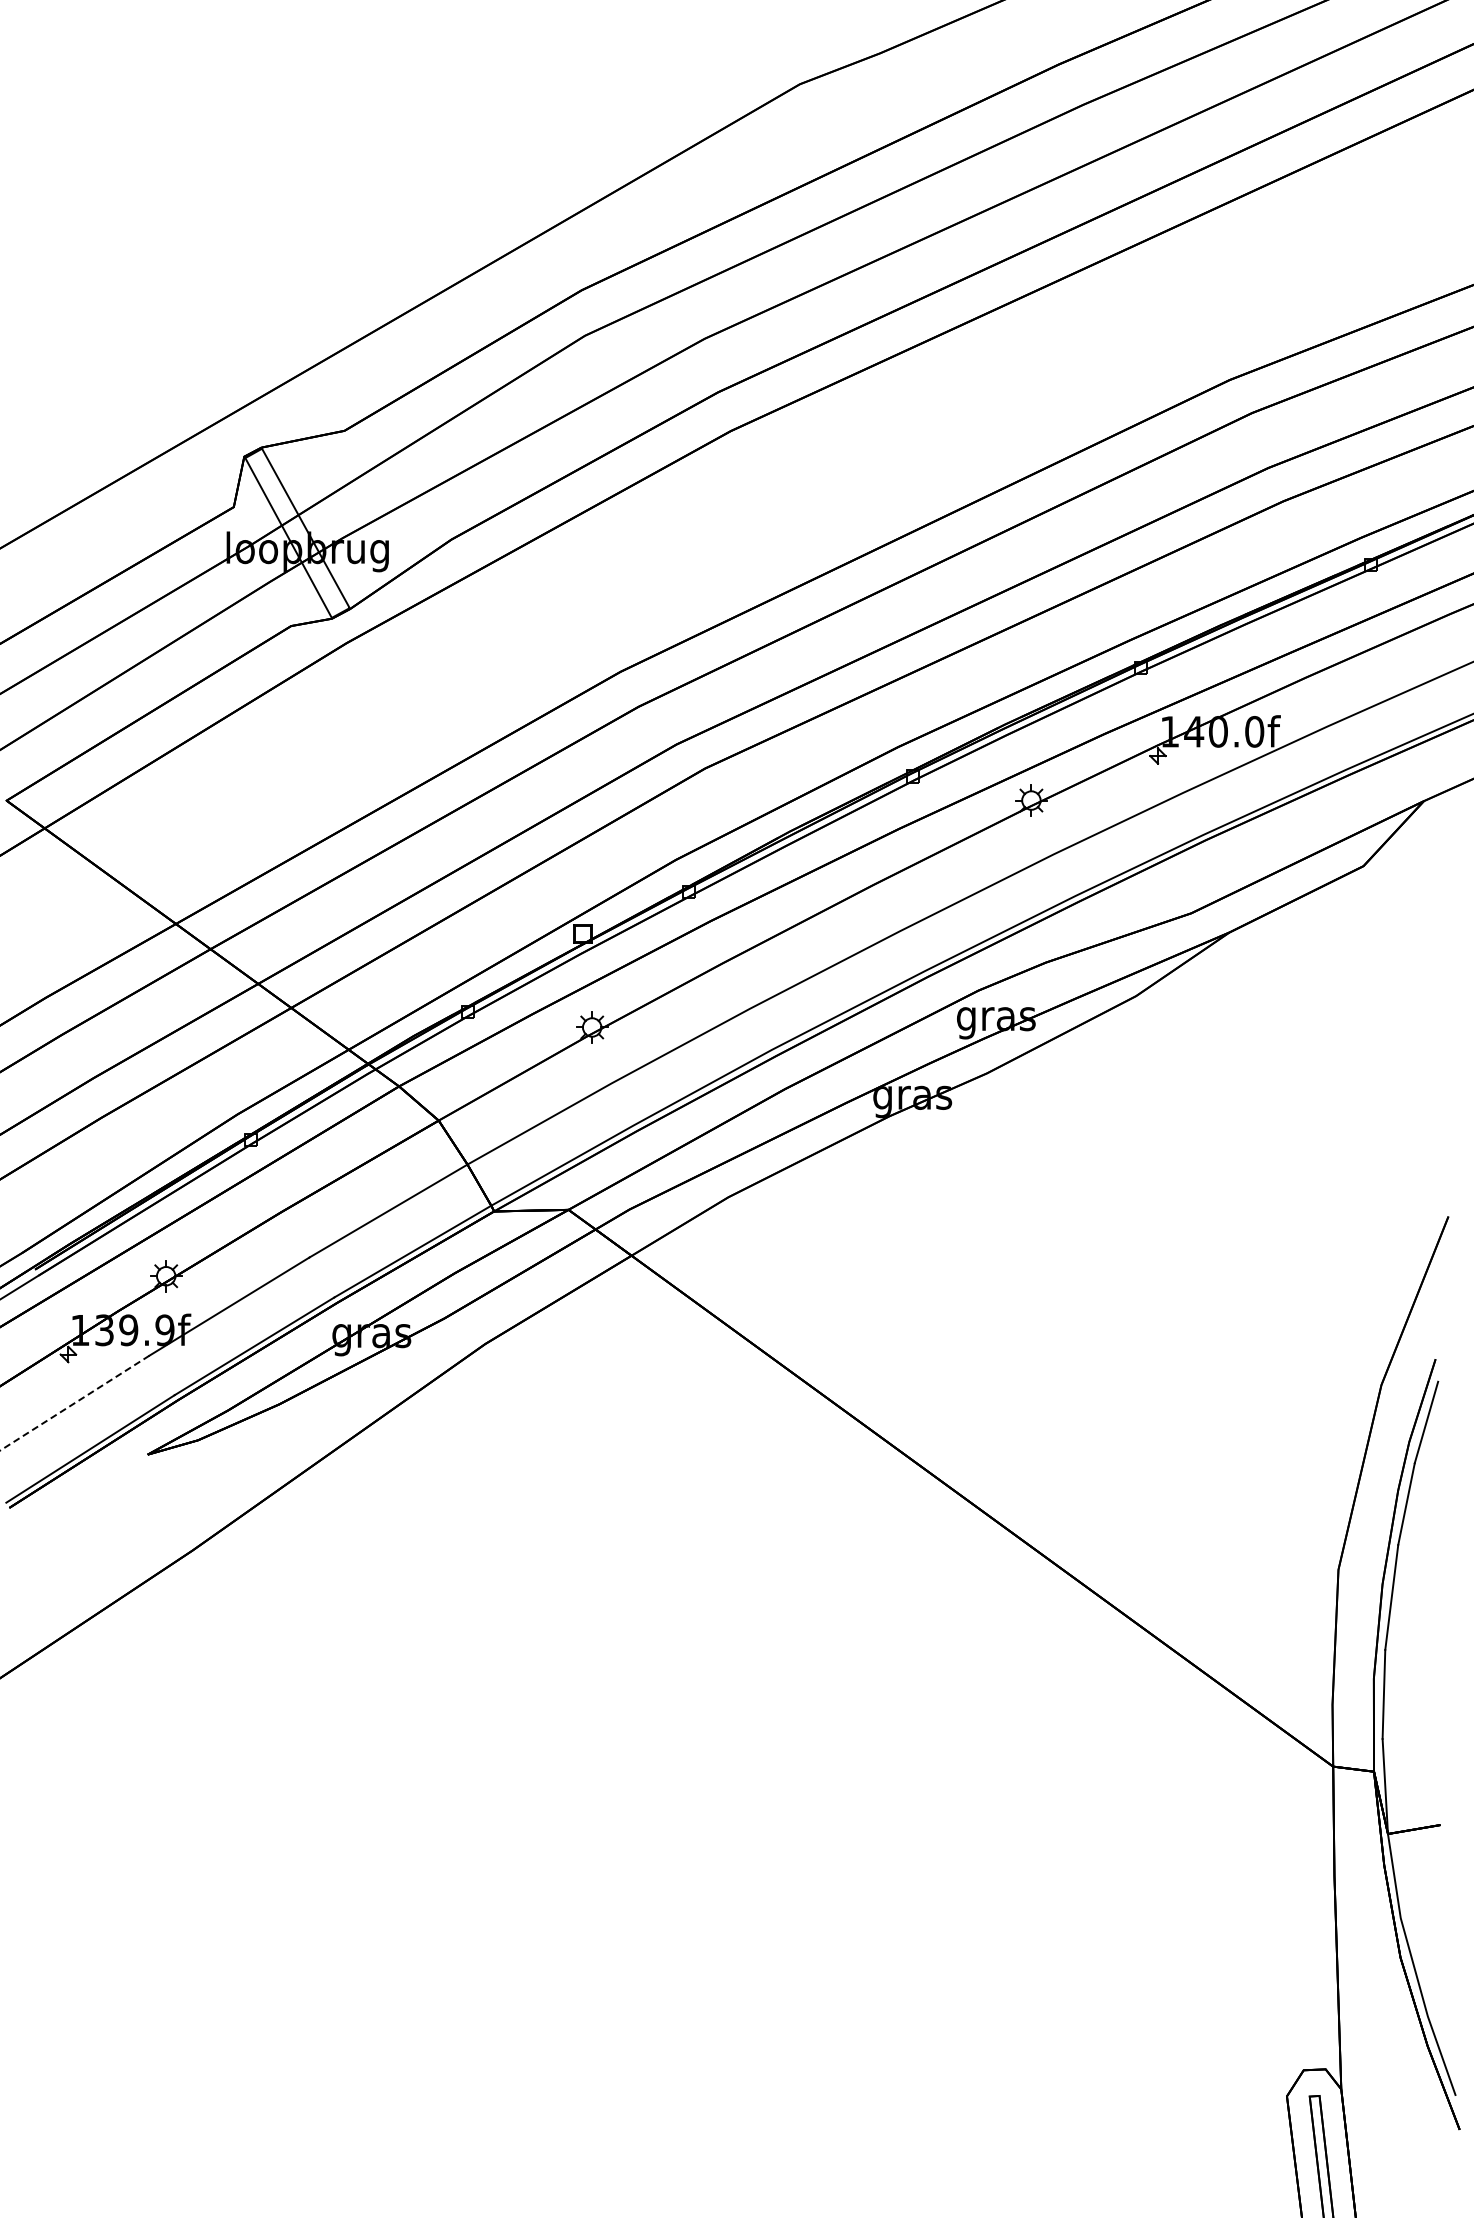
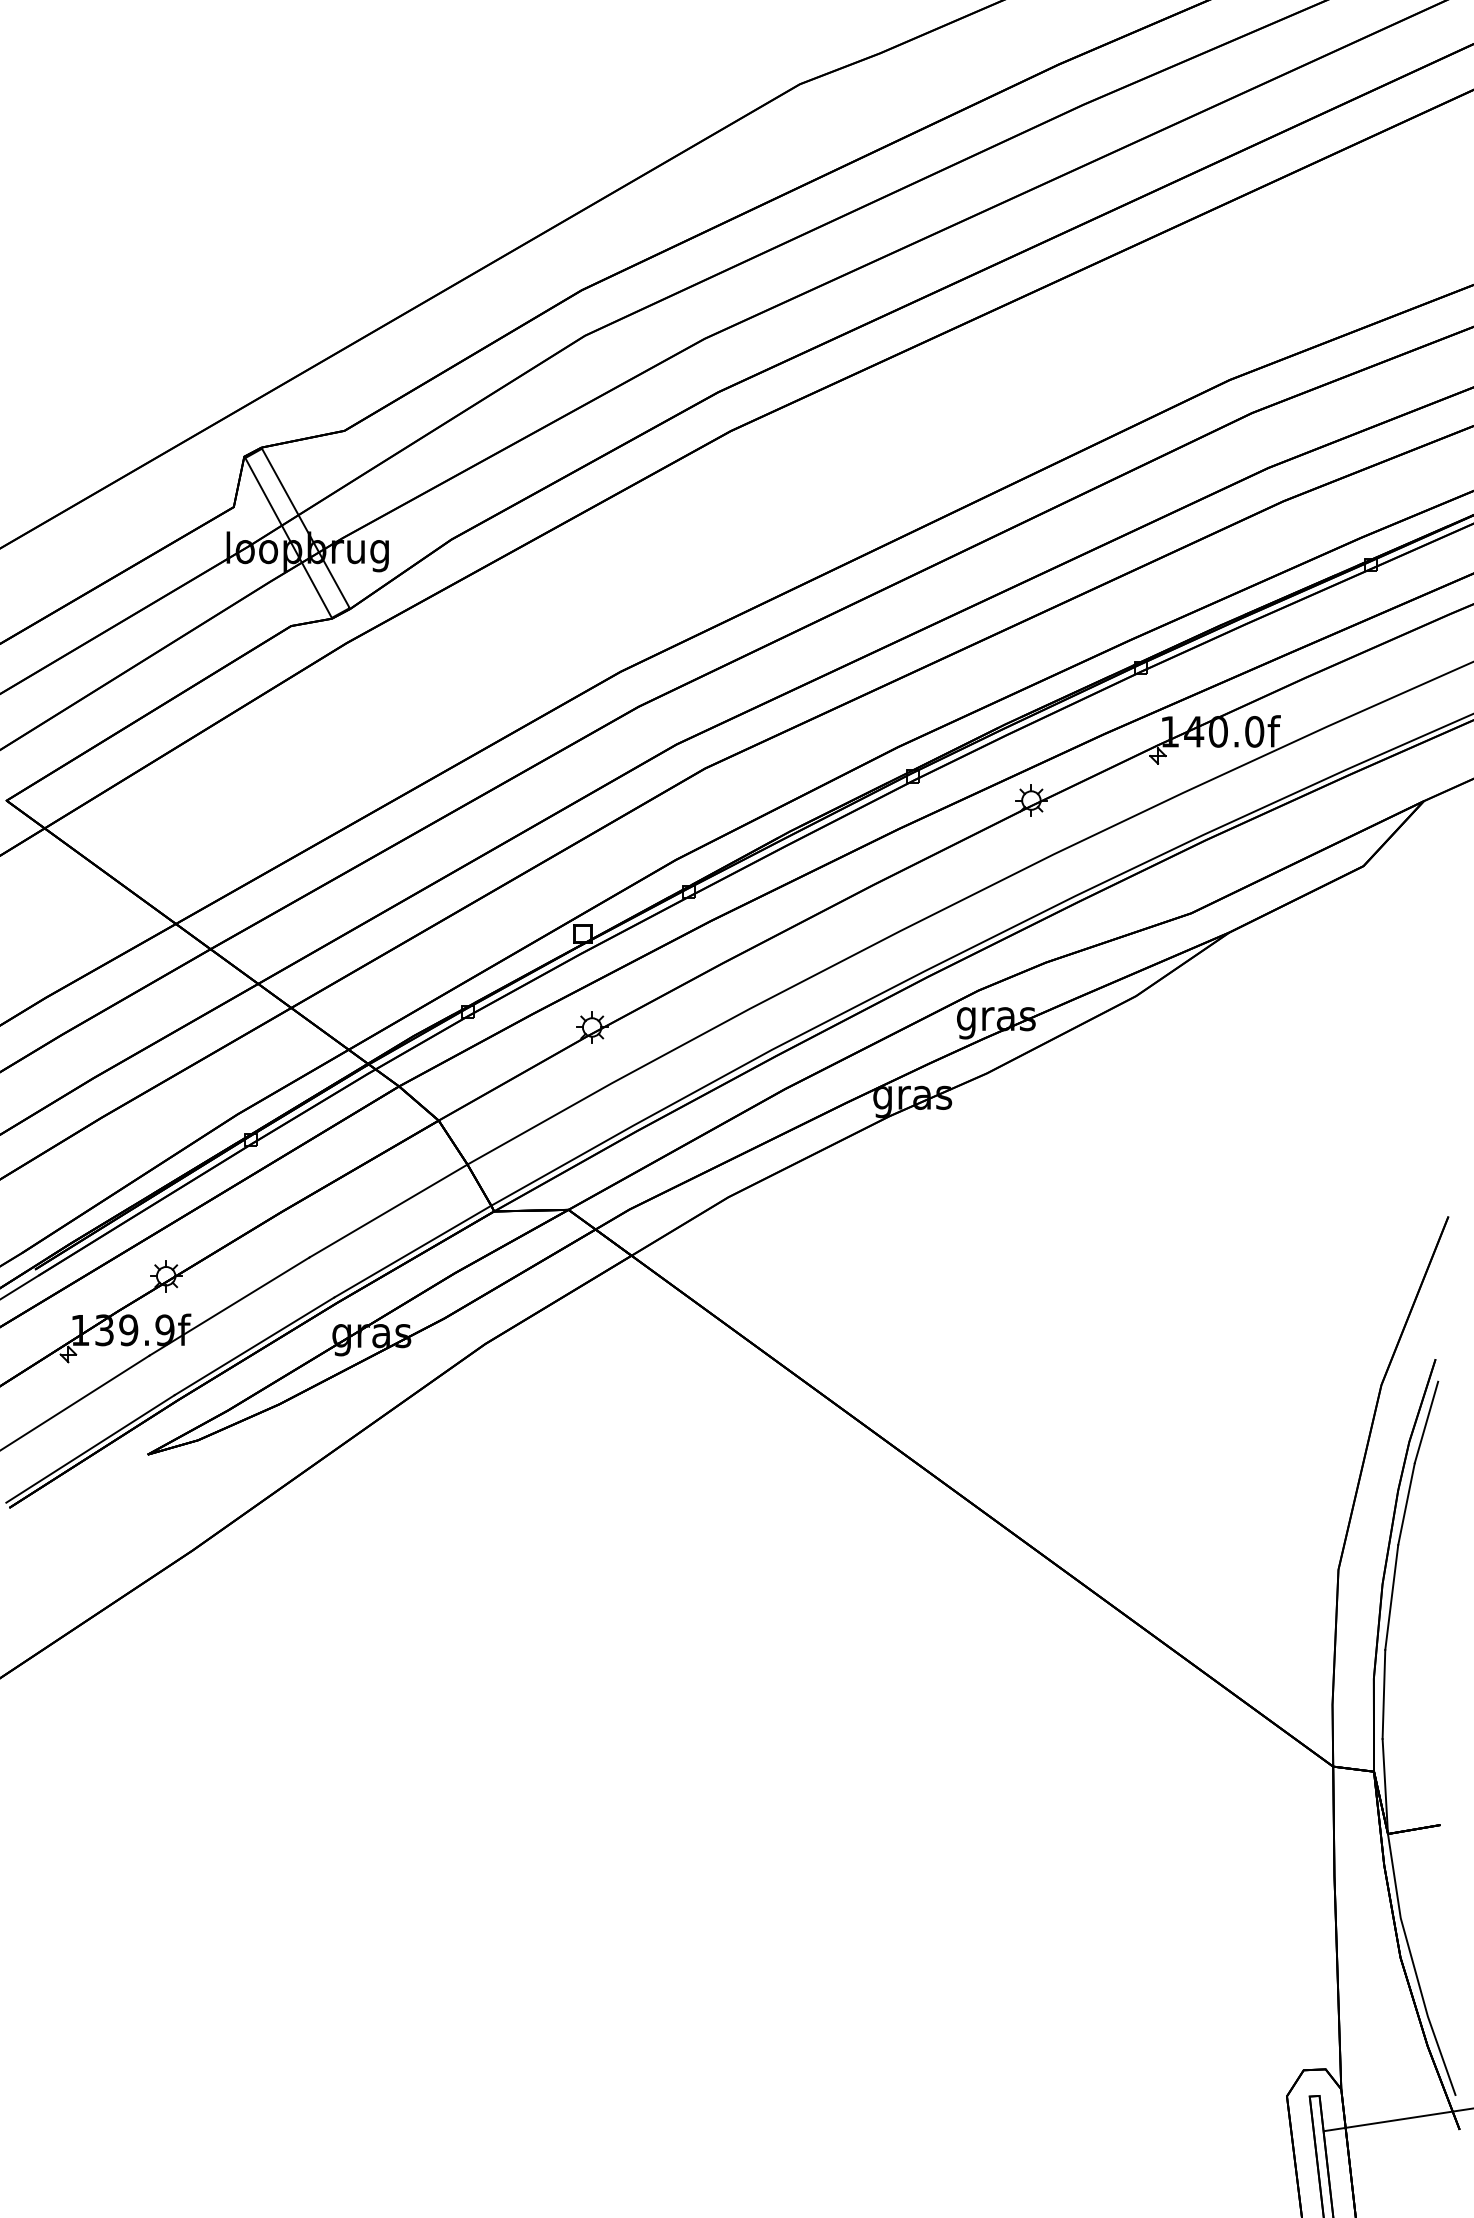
line at (74, 1403): dashed -> solid
line at (1397, 2119): none -> present
